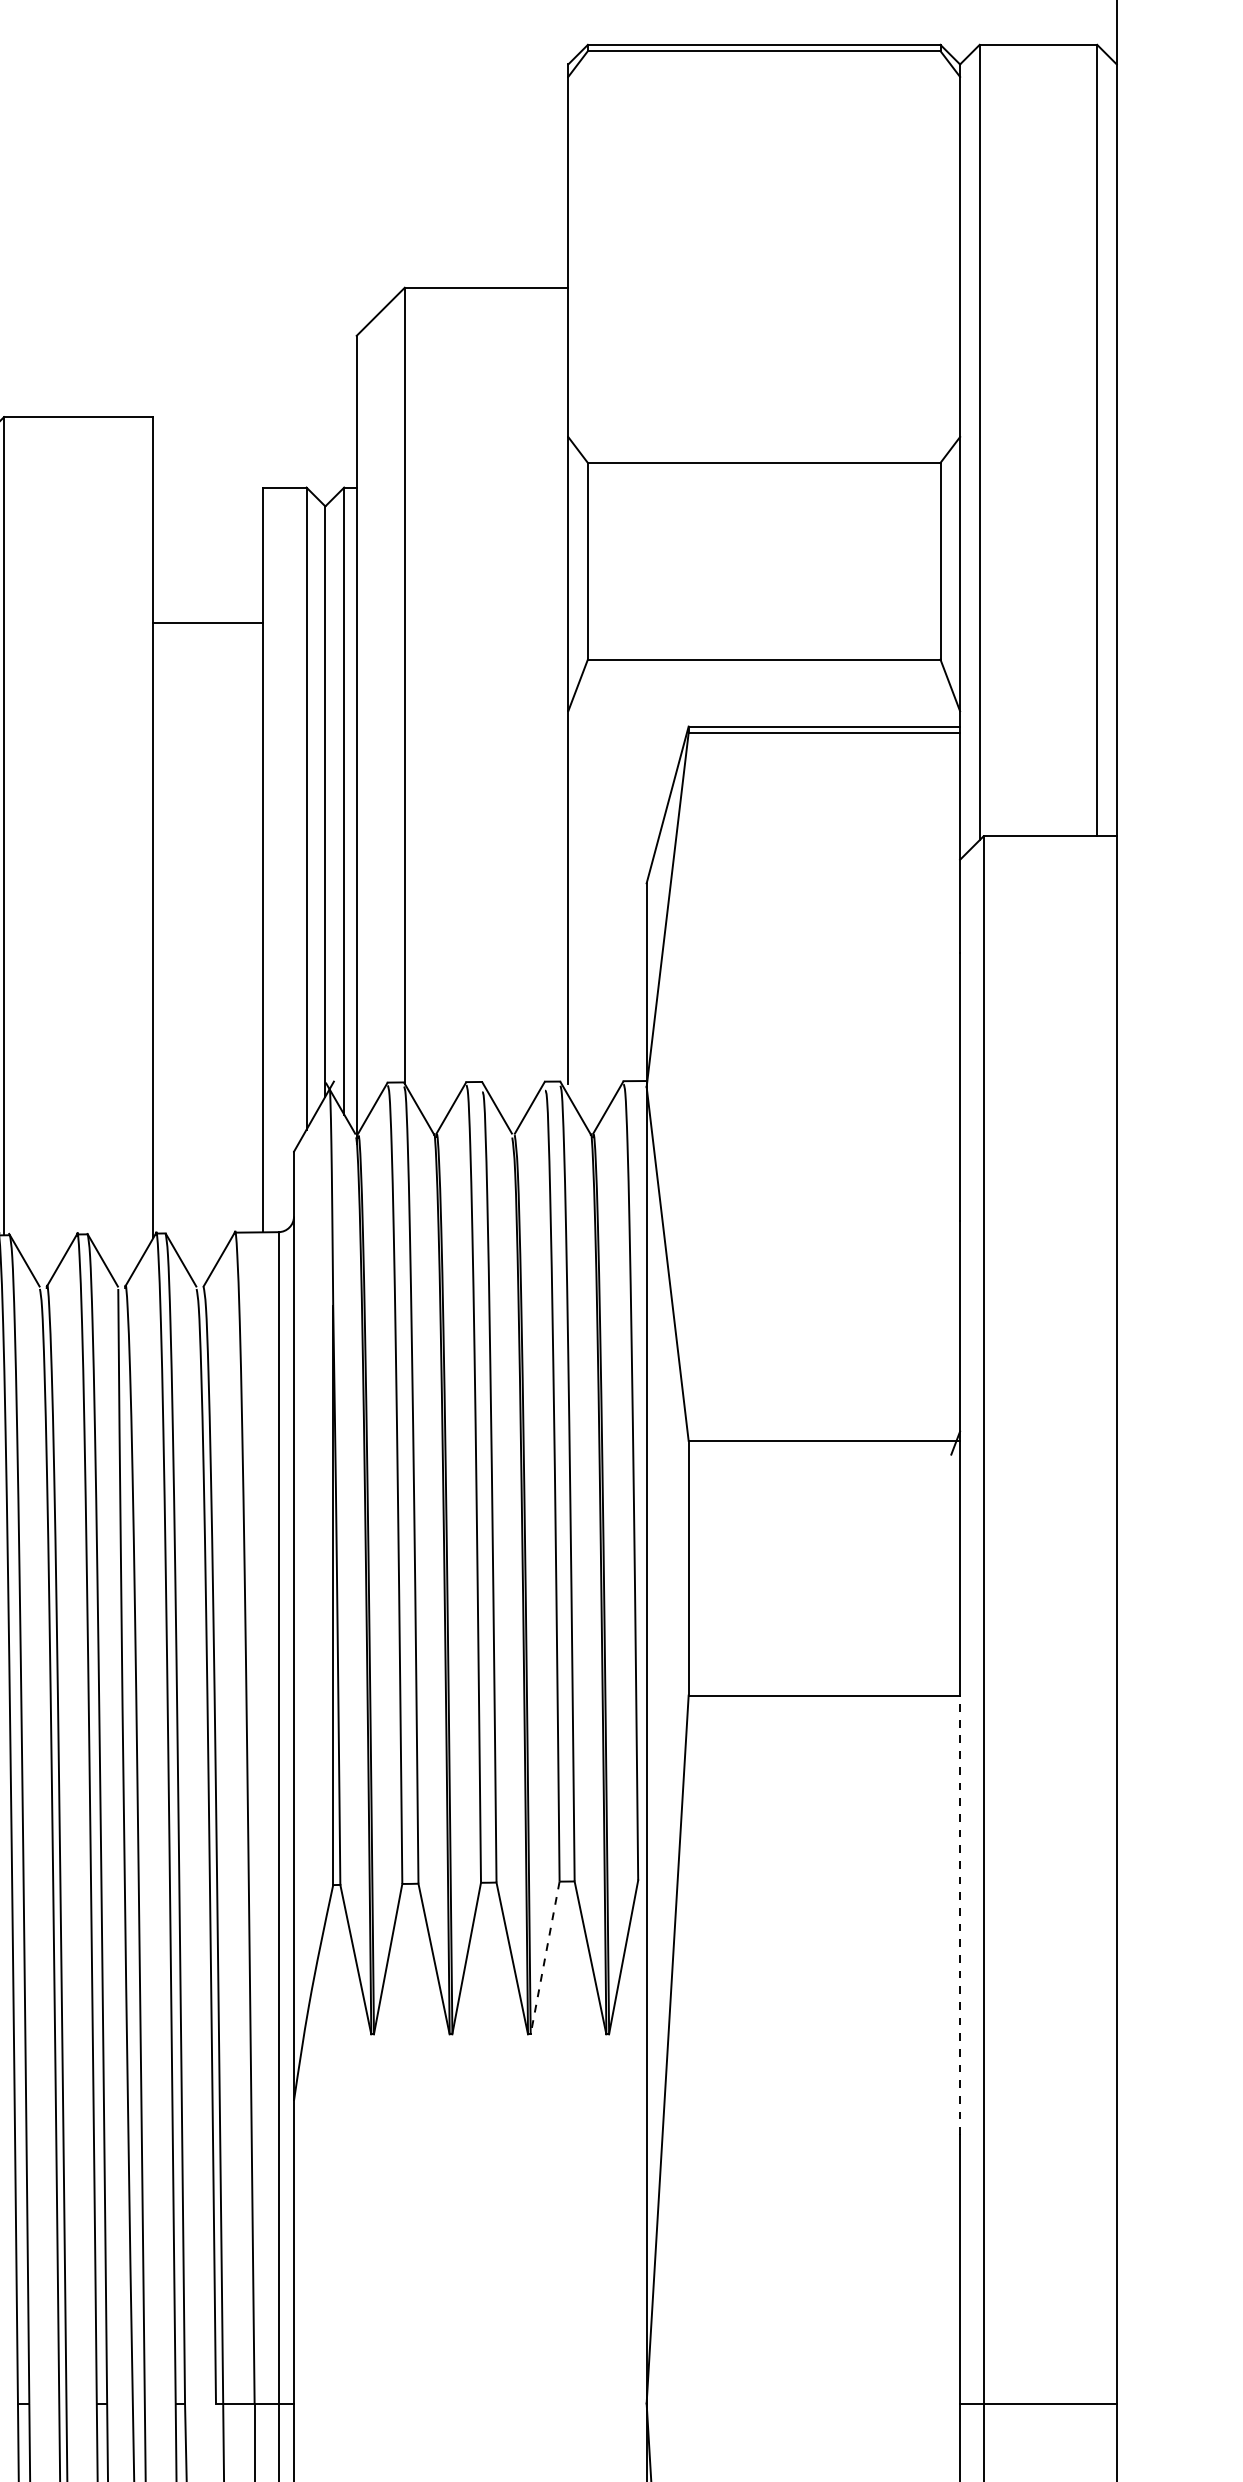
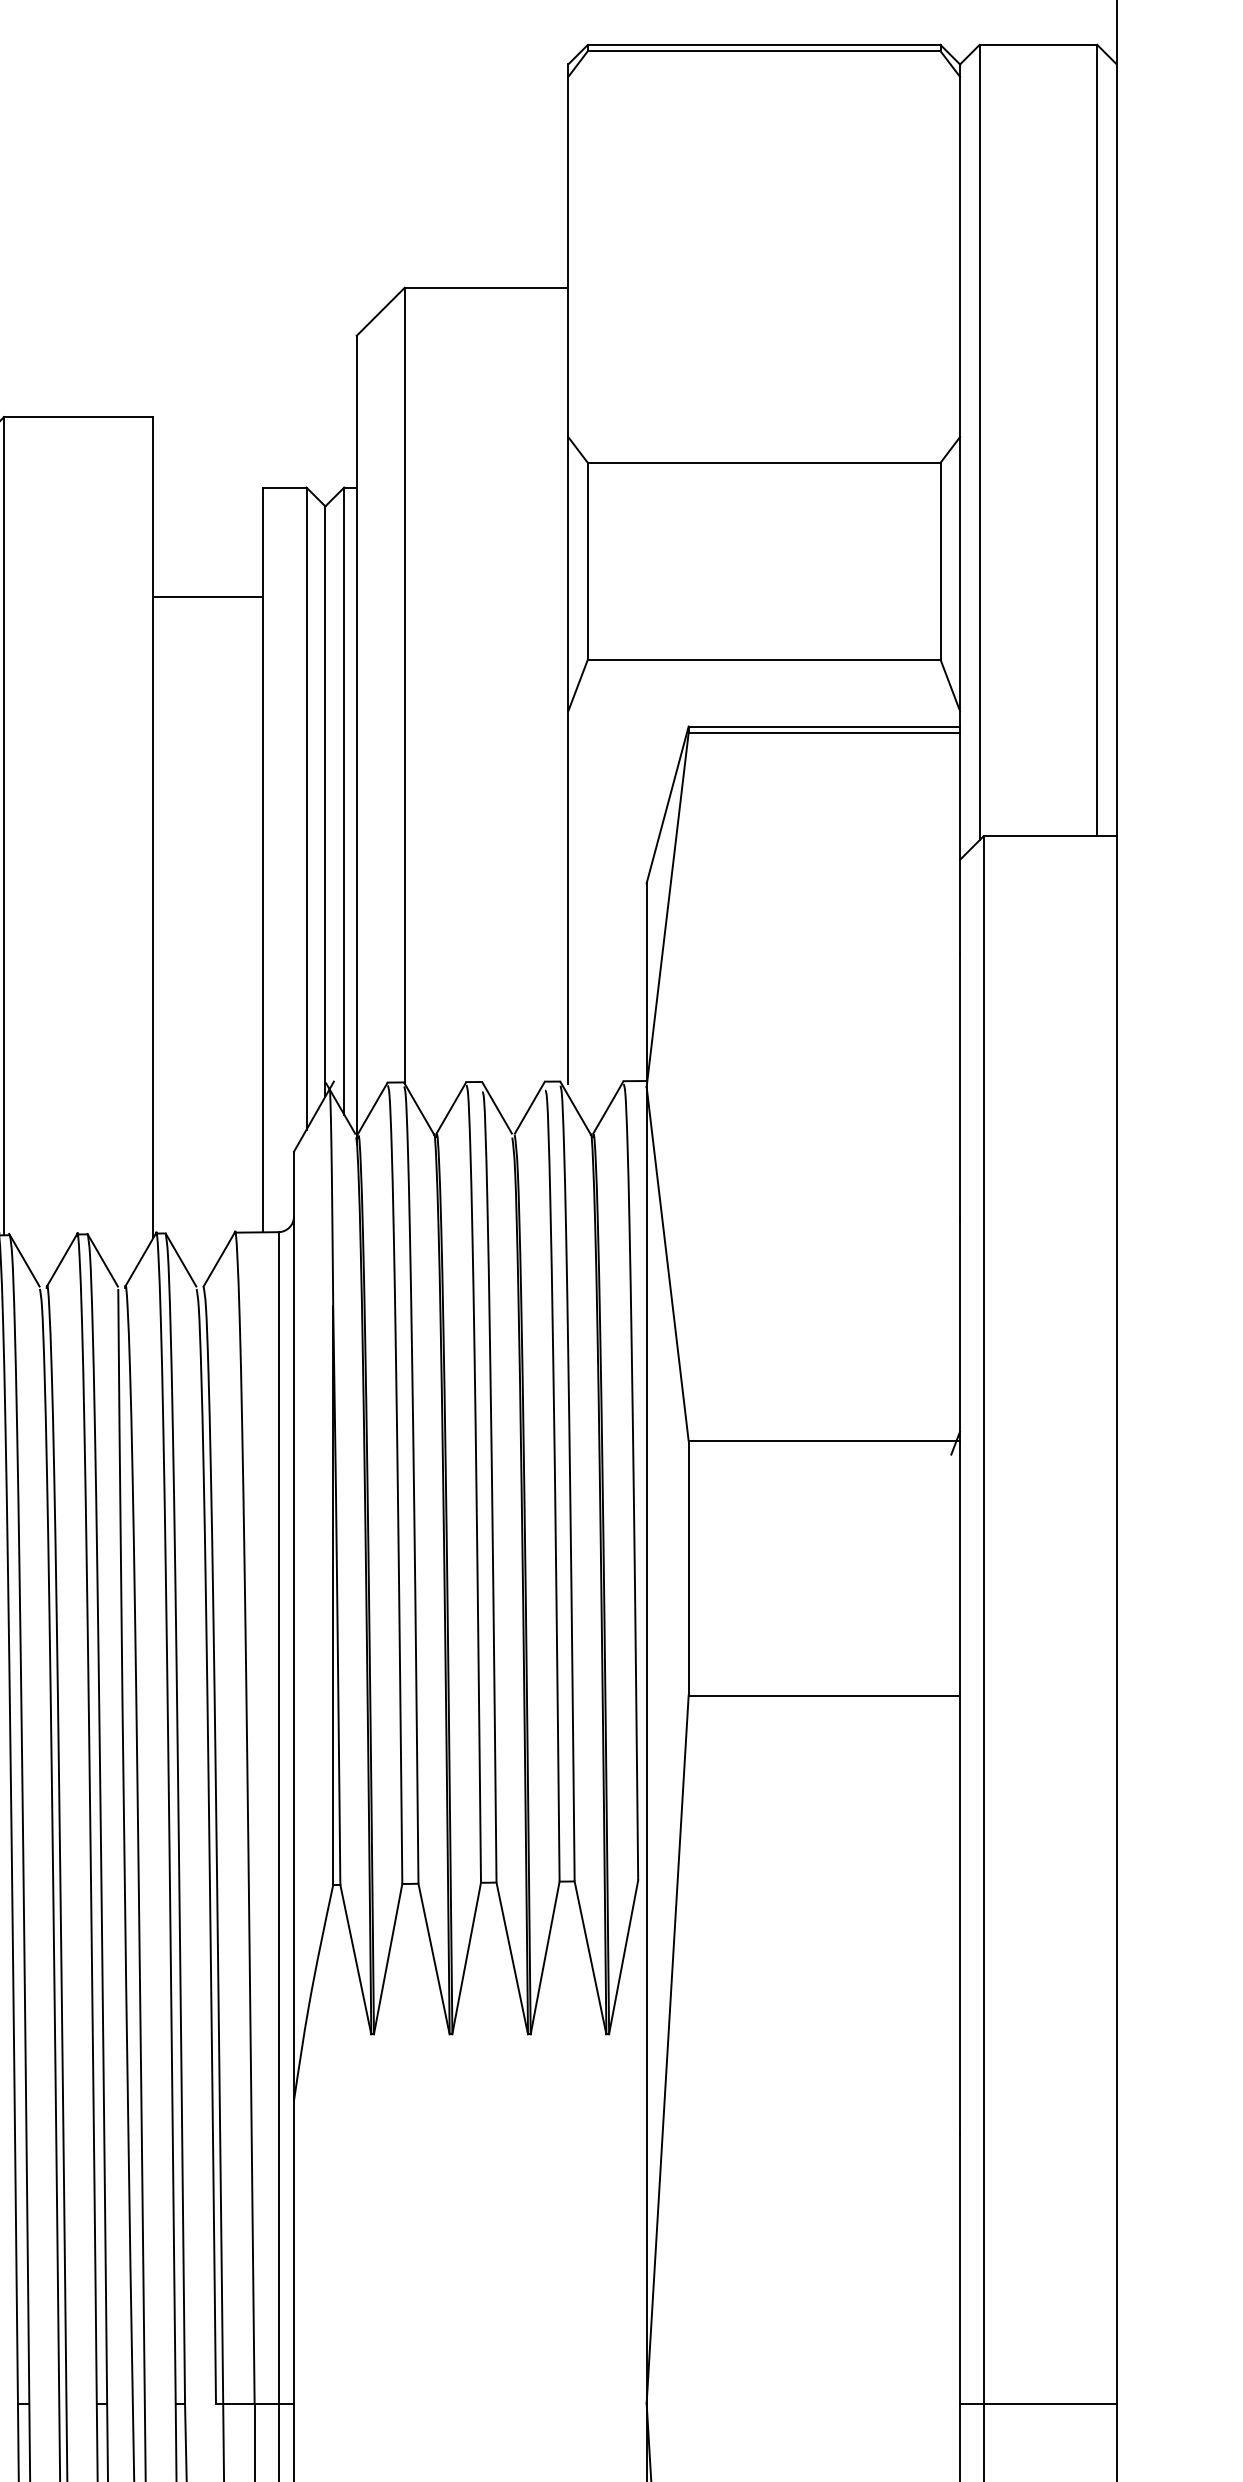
line at (207, 623) position: (207, 623) -> (207, 597)
line at (960, 1915): dashed -> solid
line at (545, 1957): dashed -> solid
